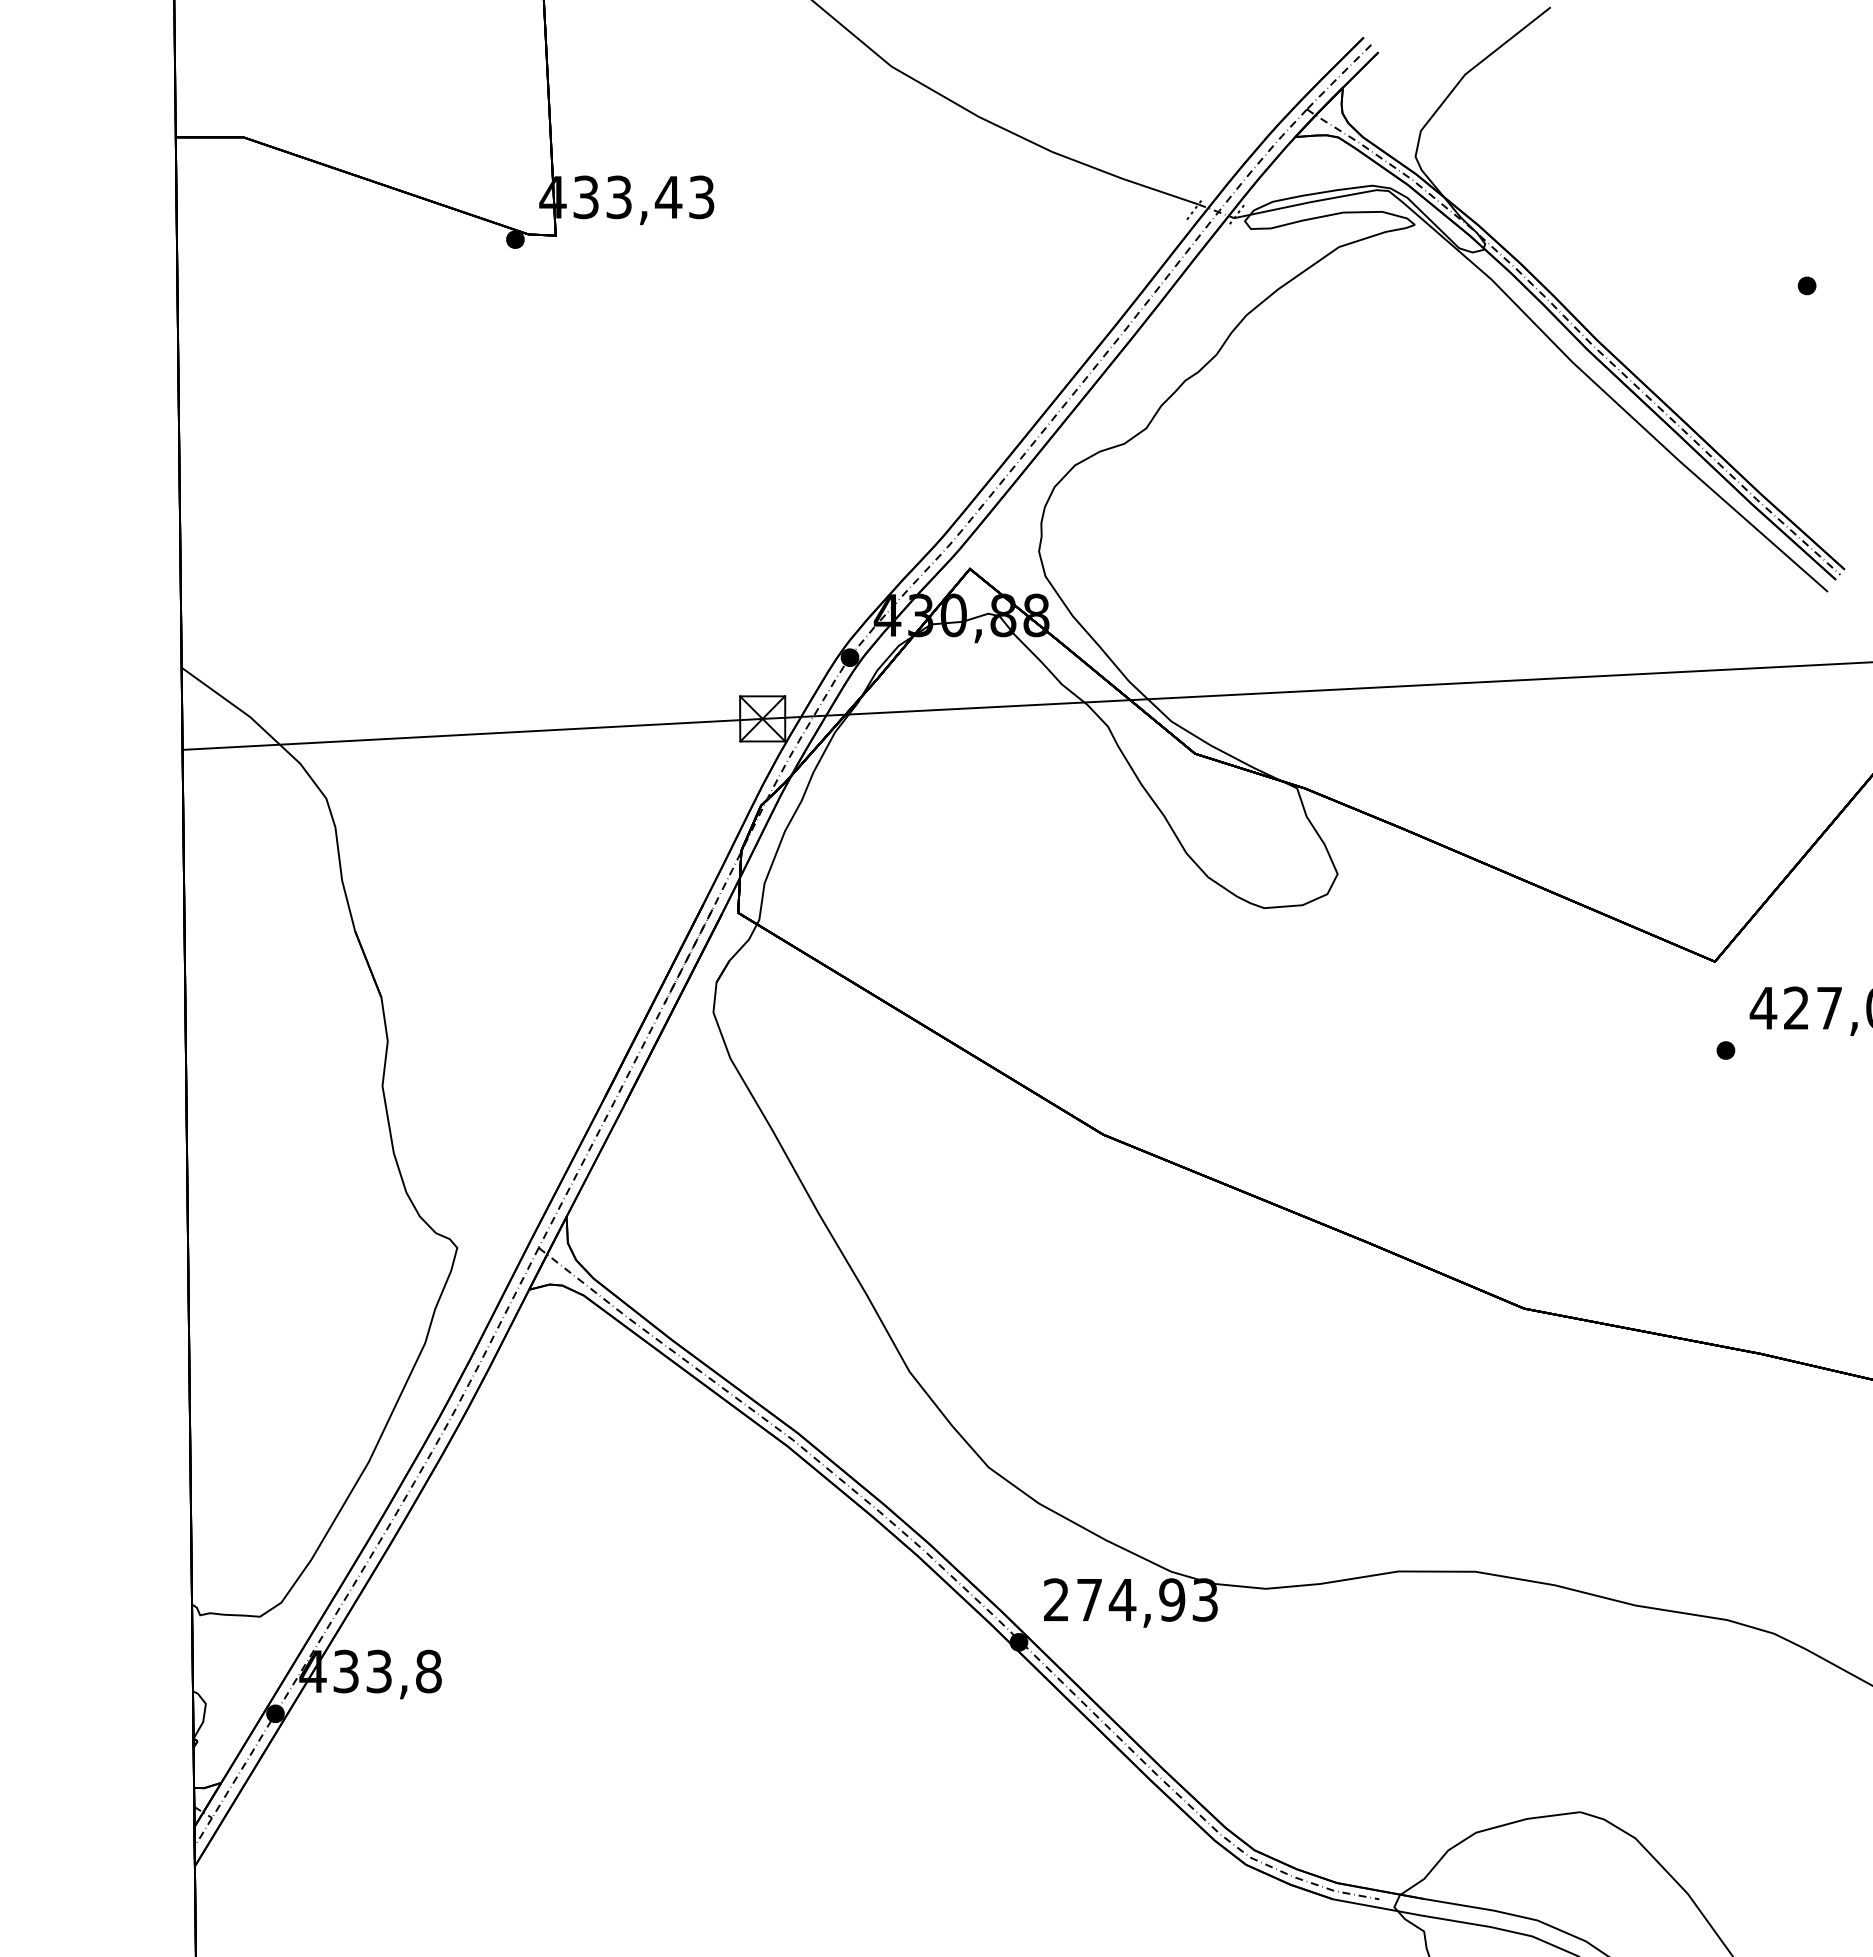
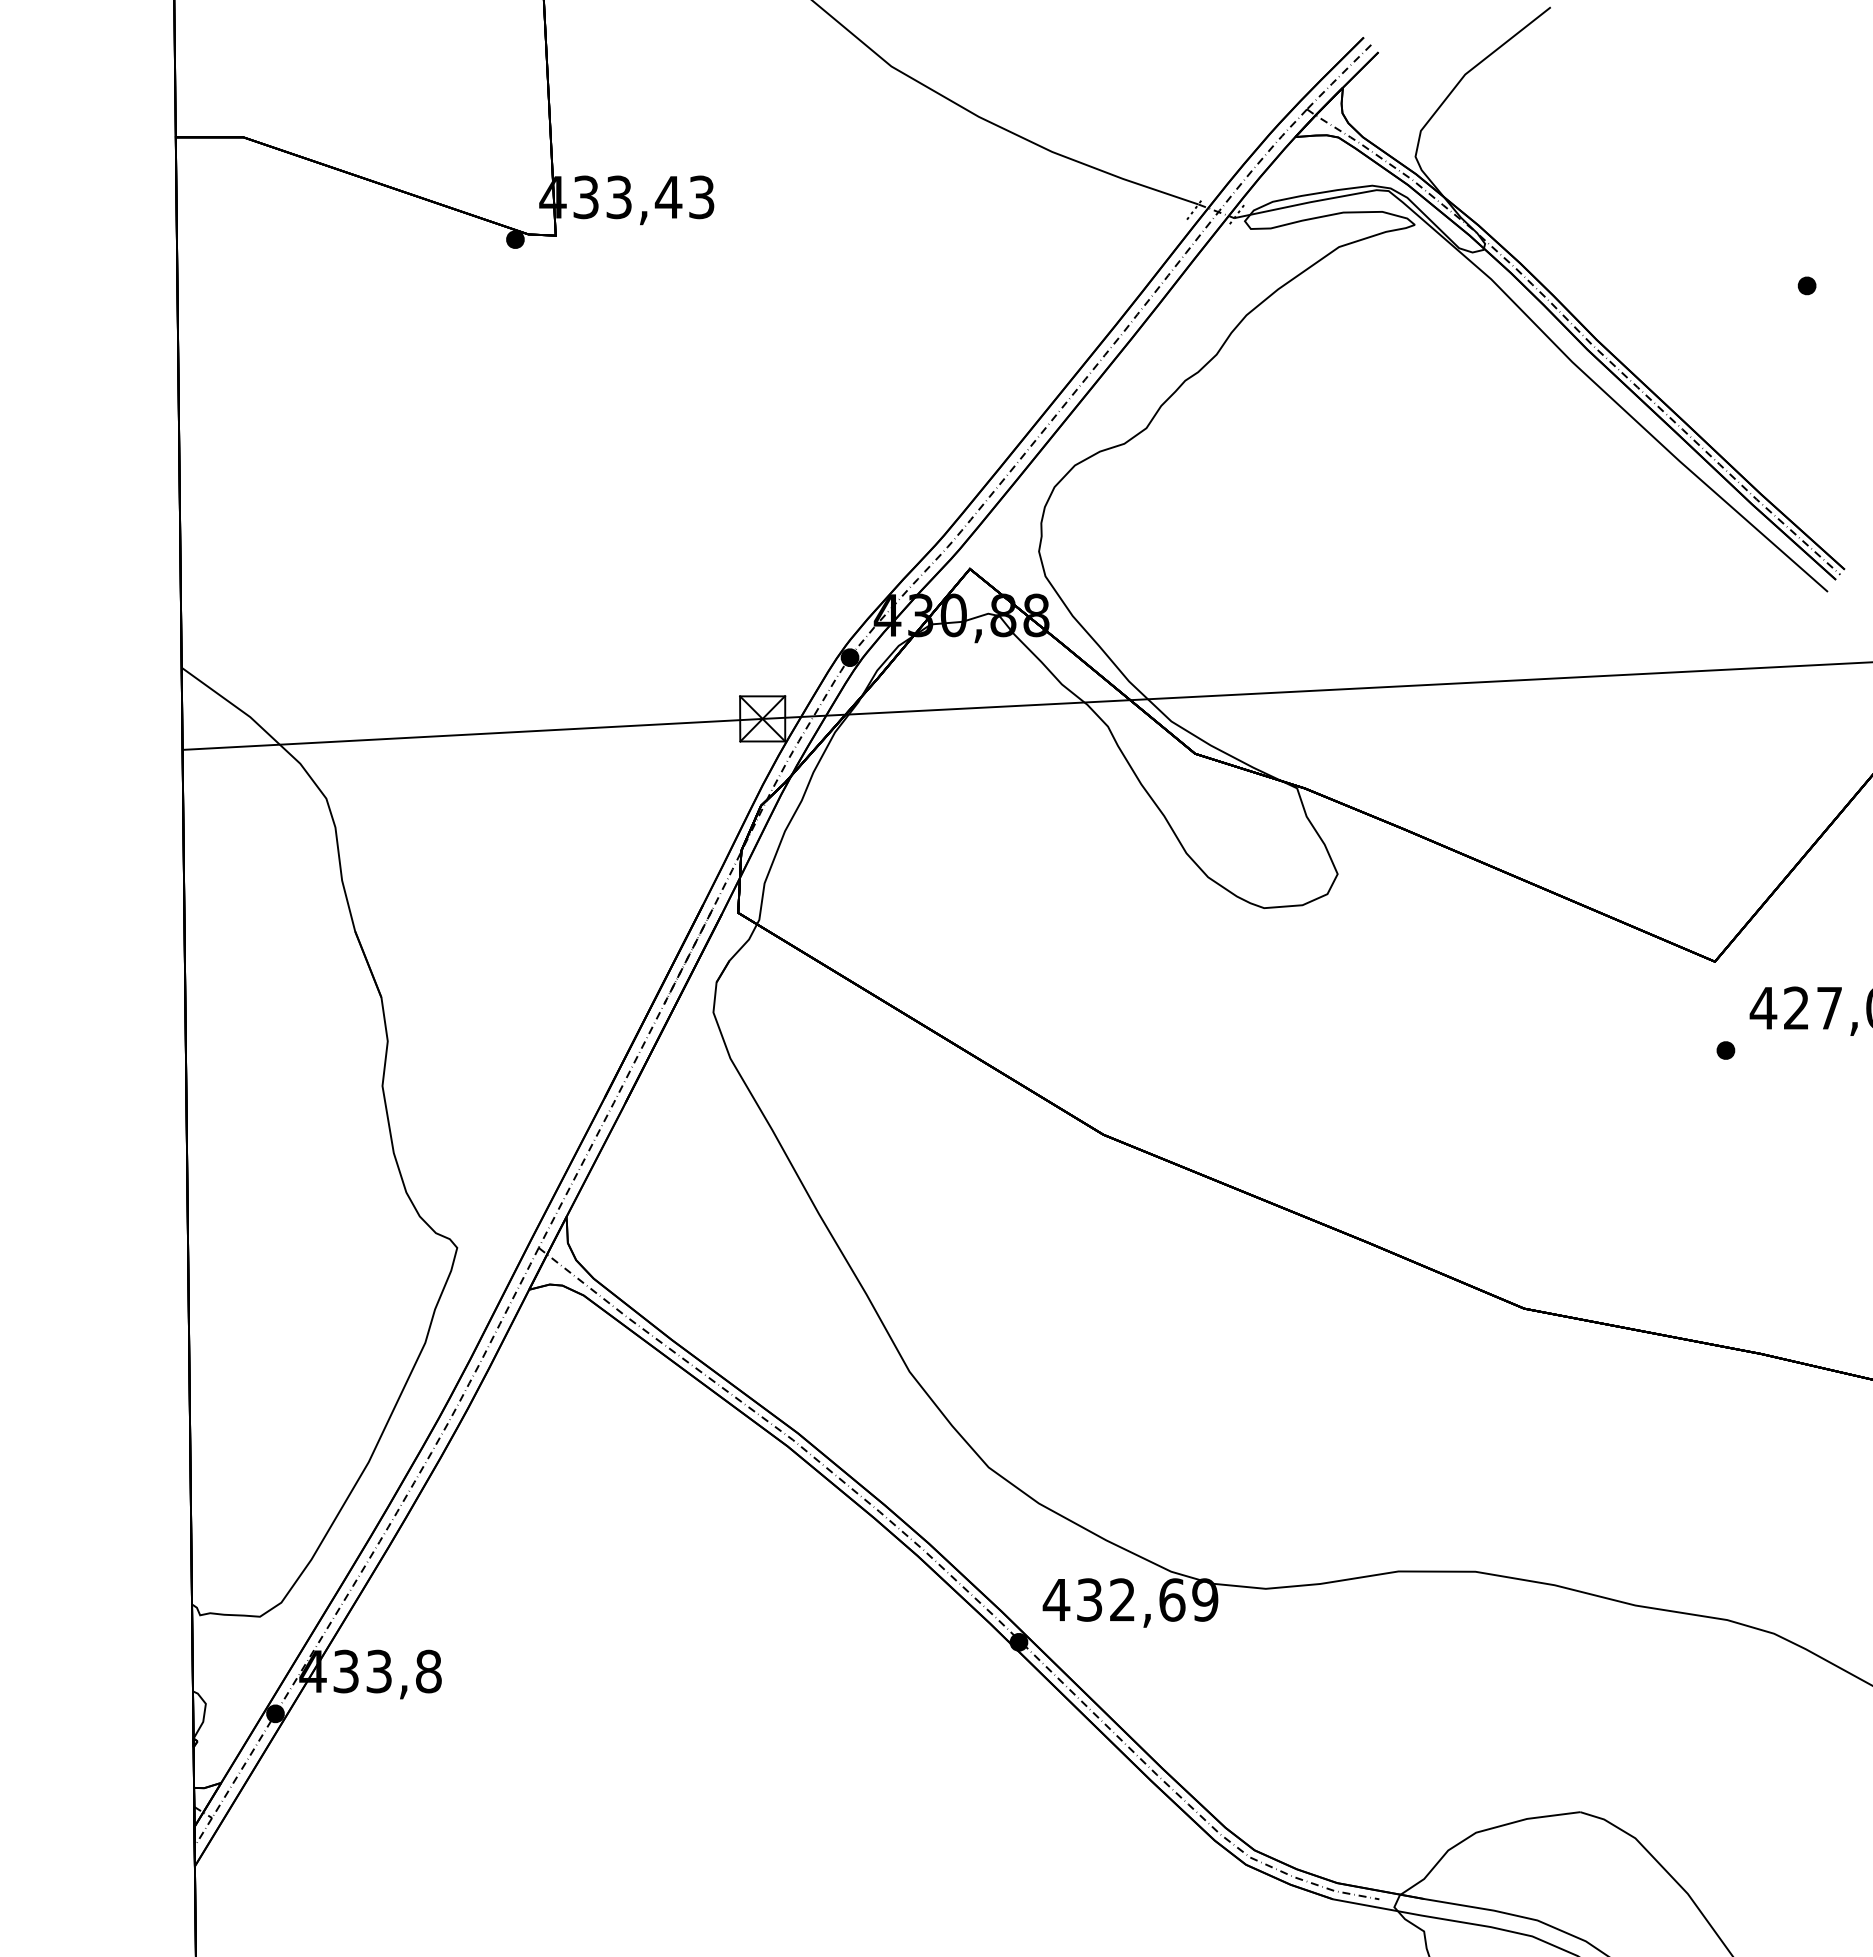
text at (1130, 1599): 274,93 -> 432,69
